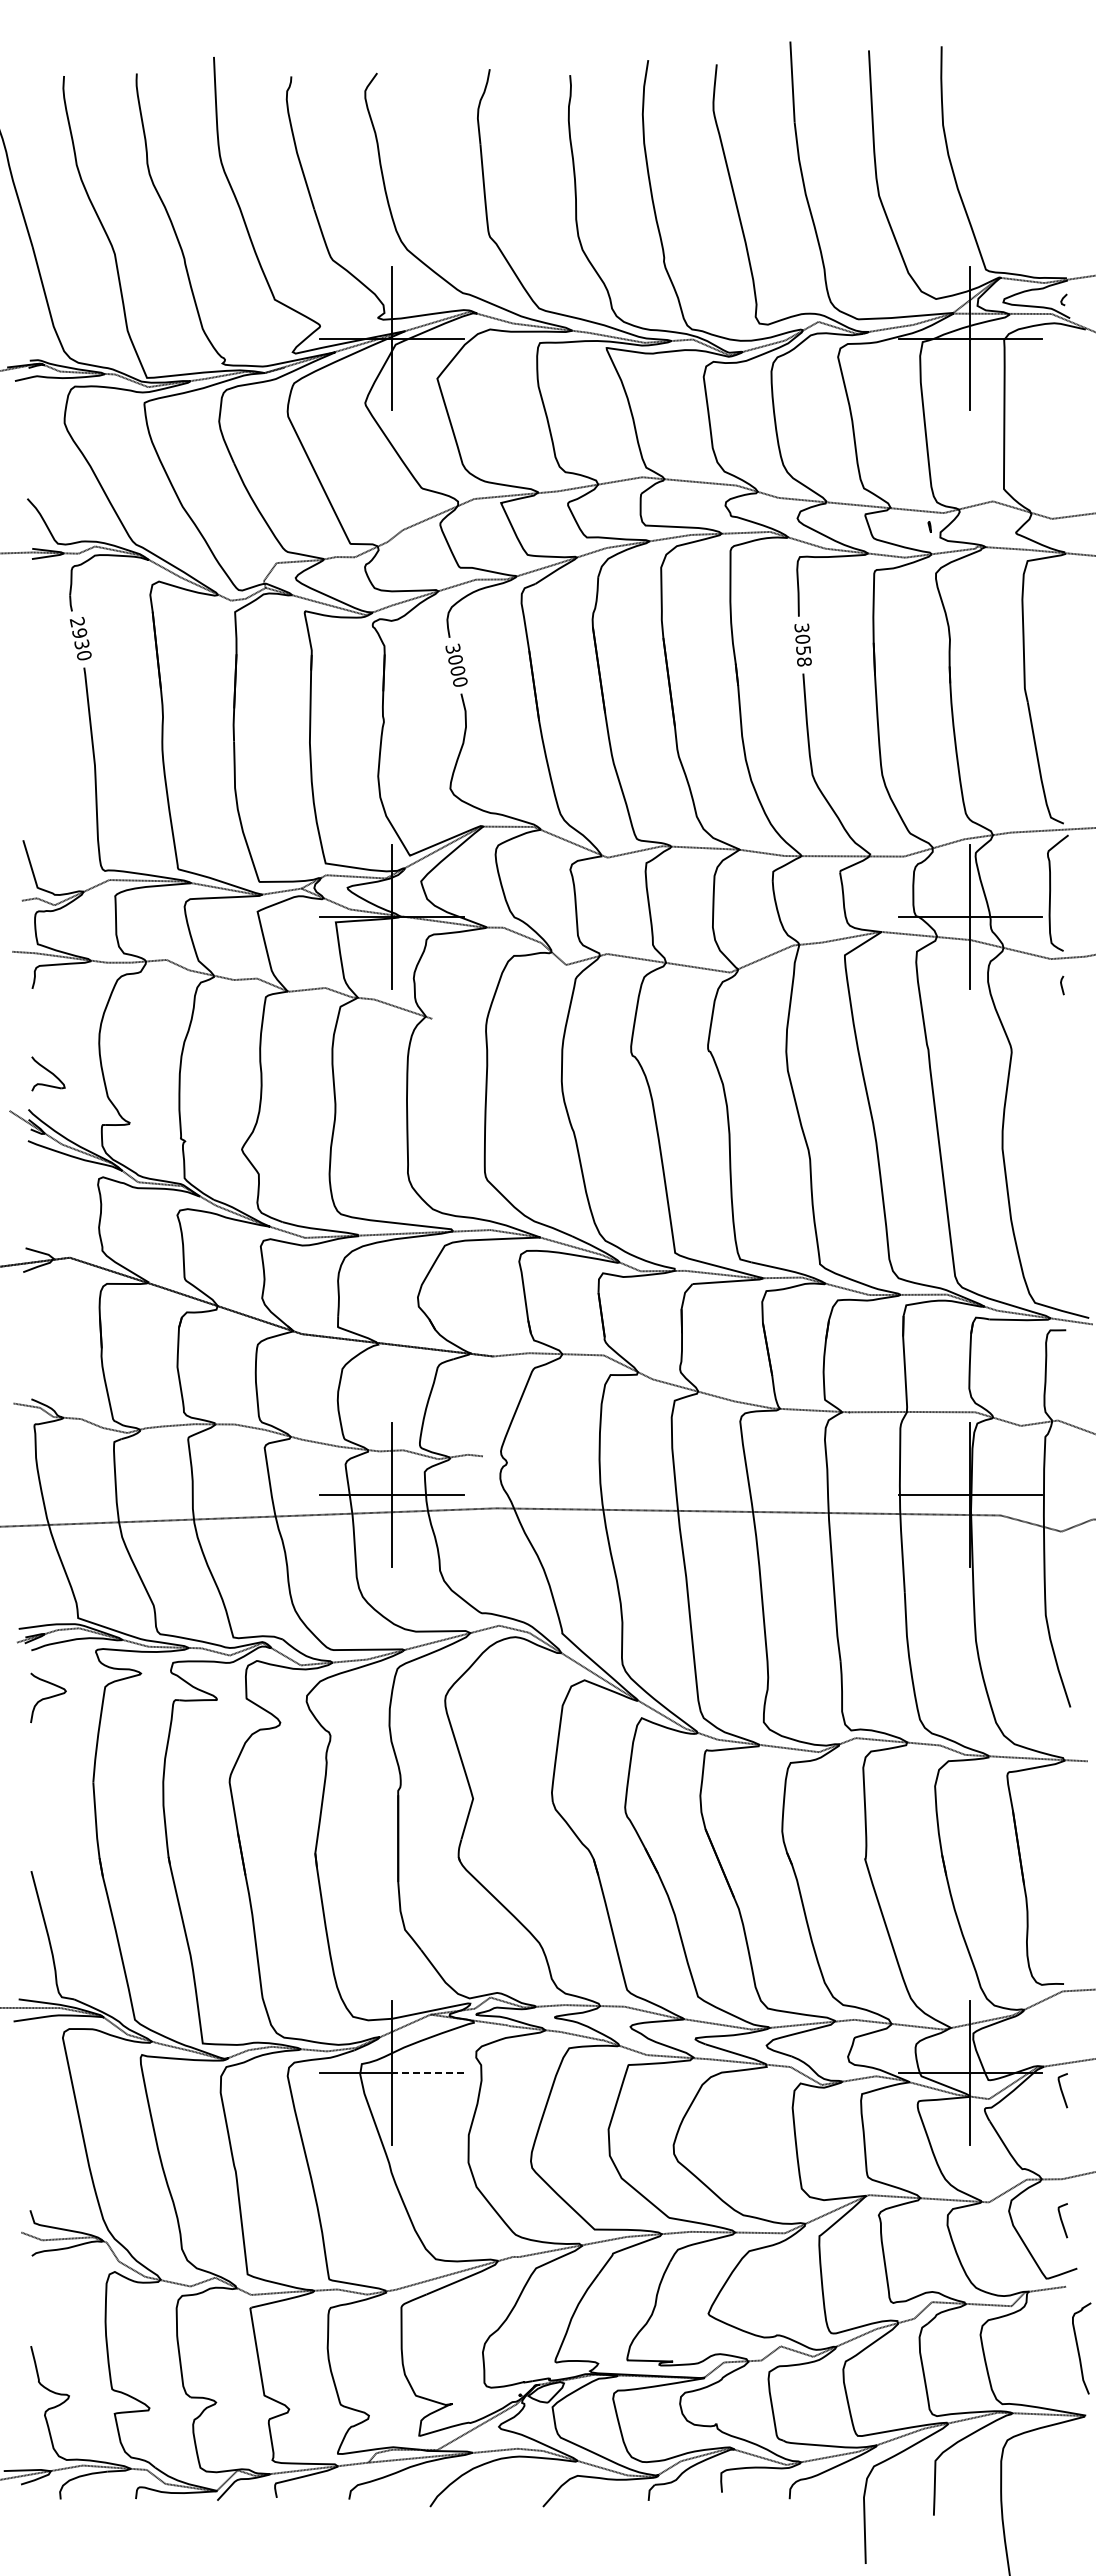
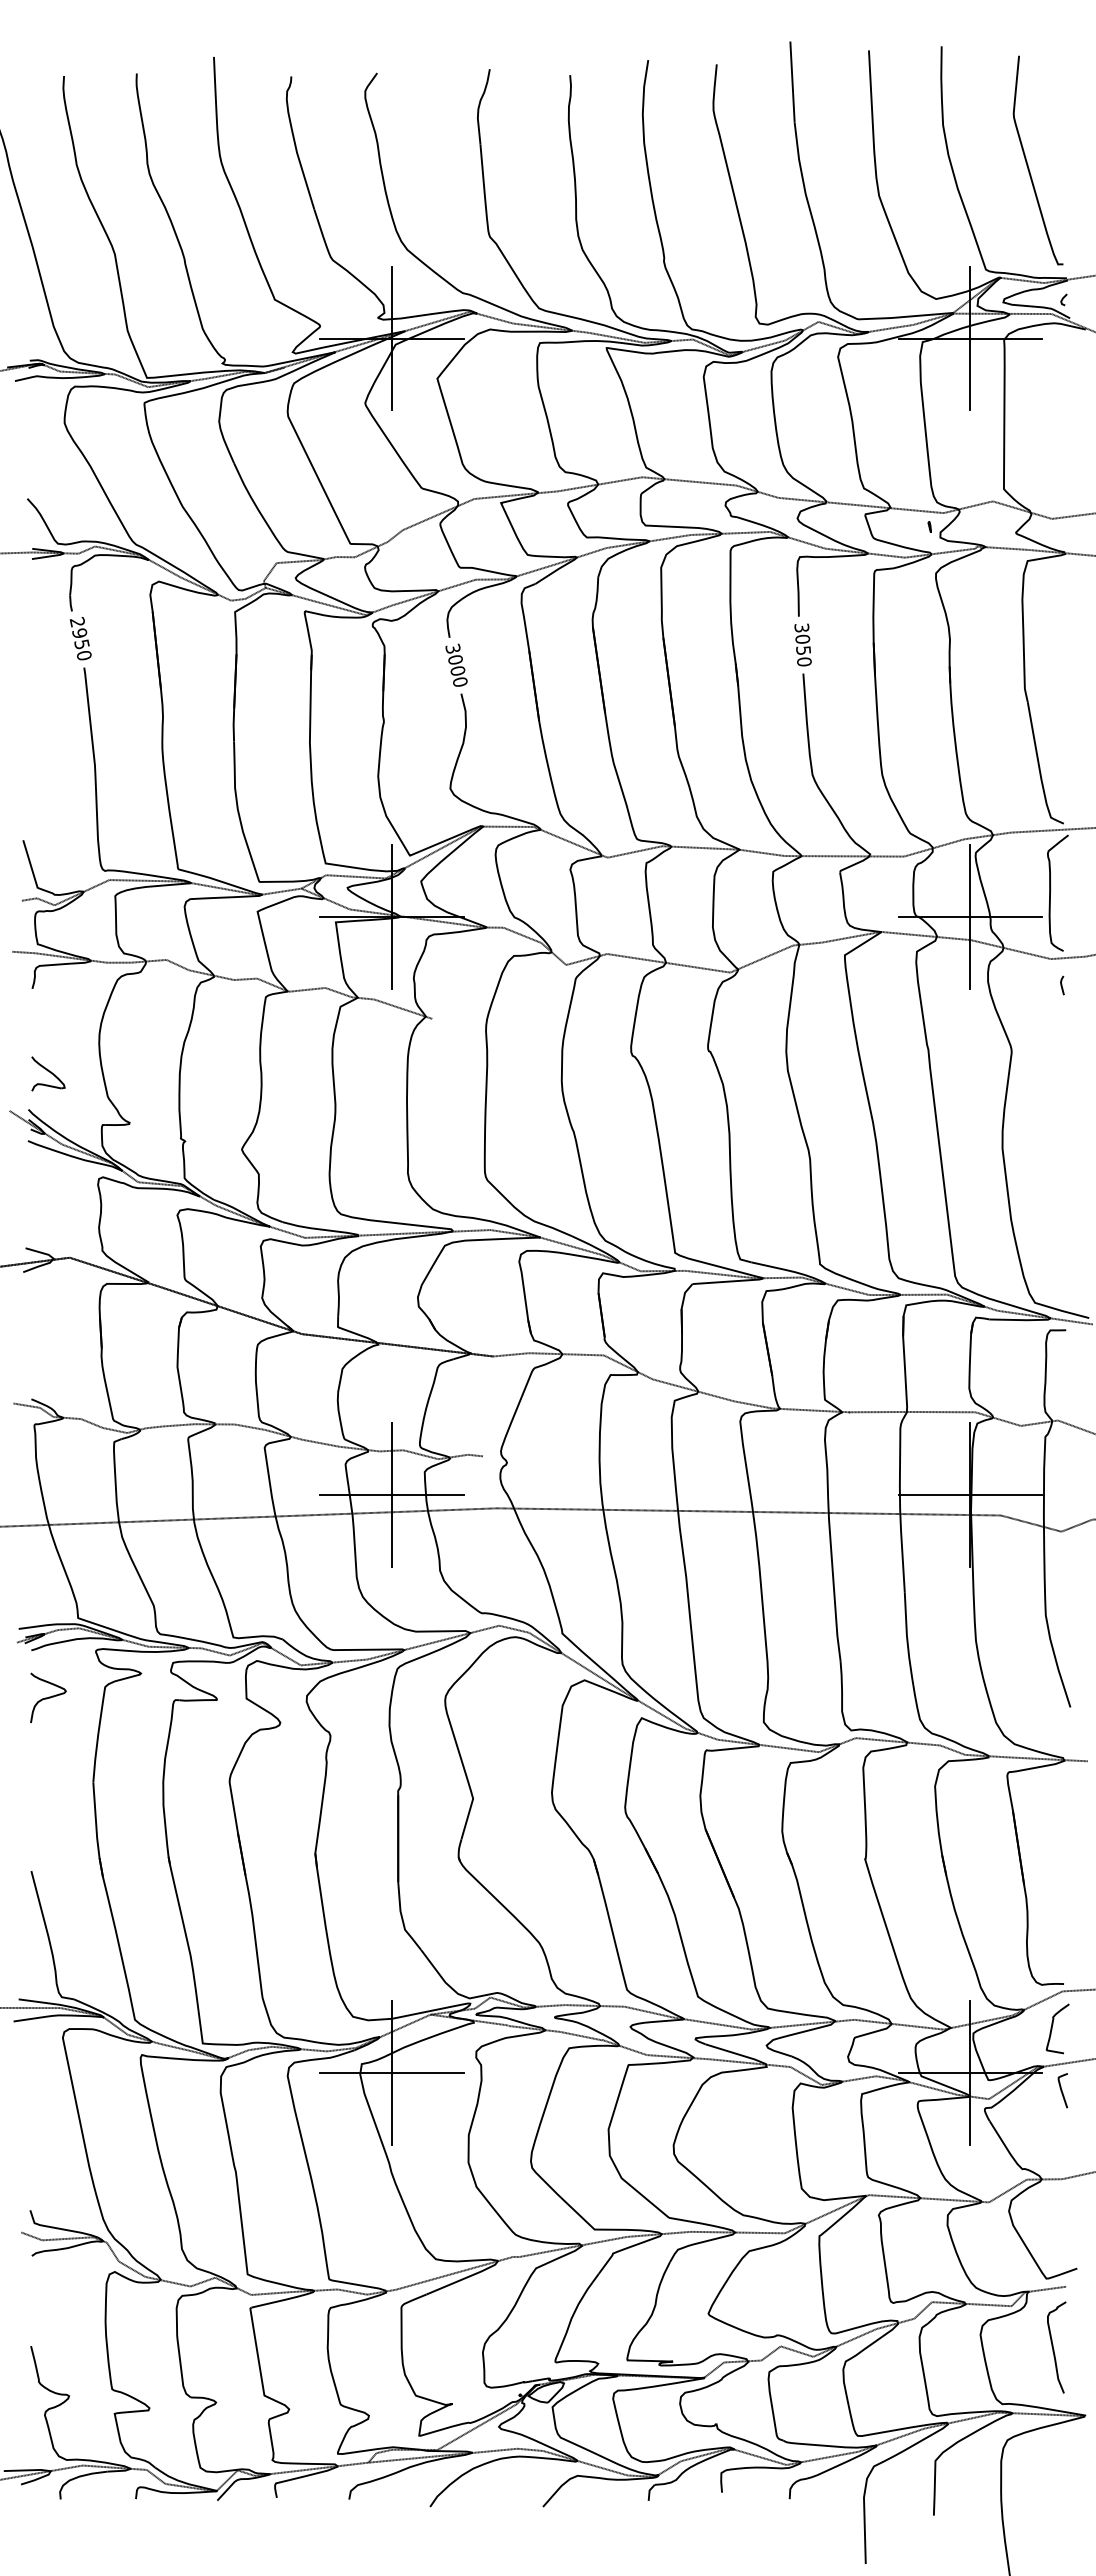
curve at (1028, 164): none -> present
text at (82, 644): 2930 -> 2950
text at (804, 661): 3058 -> 3050
part at (1057, 2028): none -> present
line at (428, 2073): dashed -> solid
curve at (1062, 2220): present -> none
curve at (1079, 2350) position: (1079, 2350) -> (1054, 2349)
